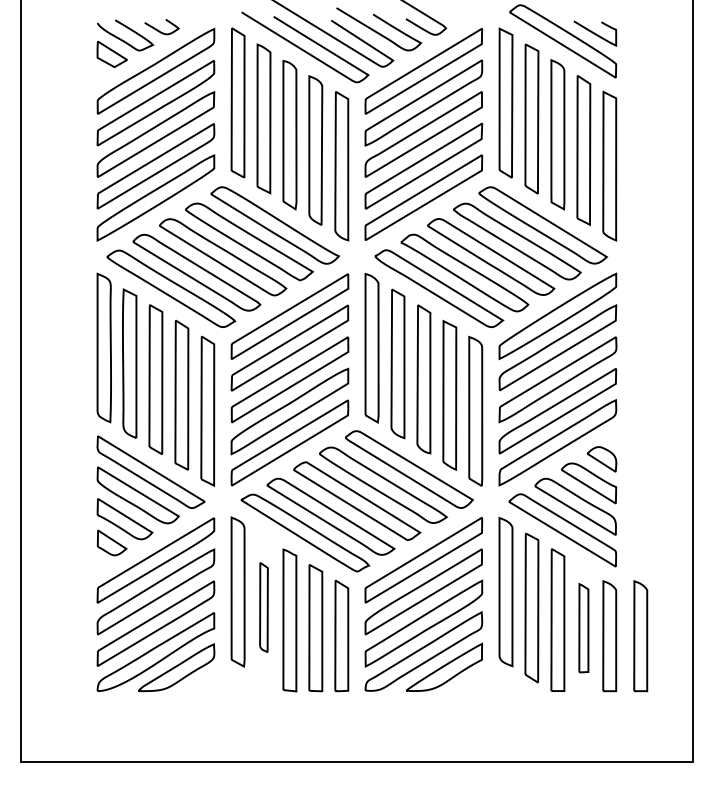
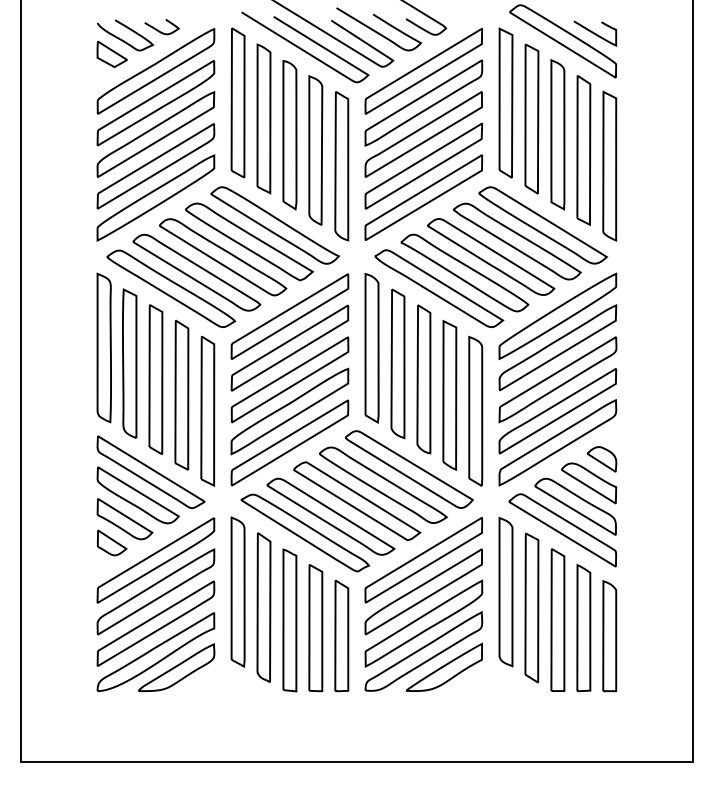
part at (263, 607) size: 10x91 px -> 16x151 px
part at (583, 628) size: 12x91 px -> 16x129 px
part at (640, 636): present -> none
